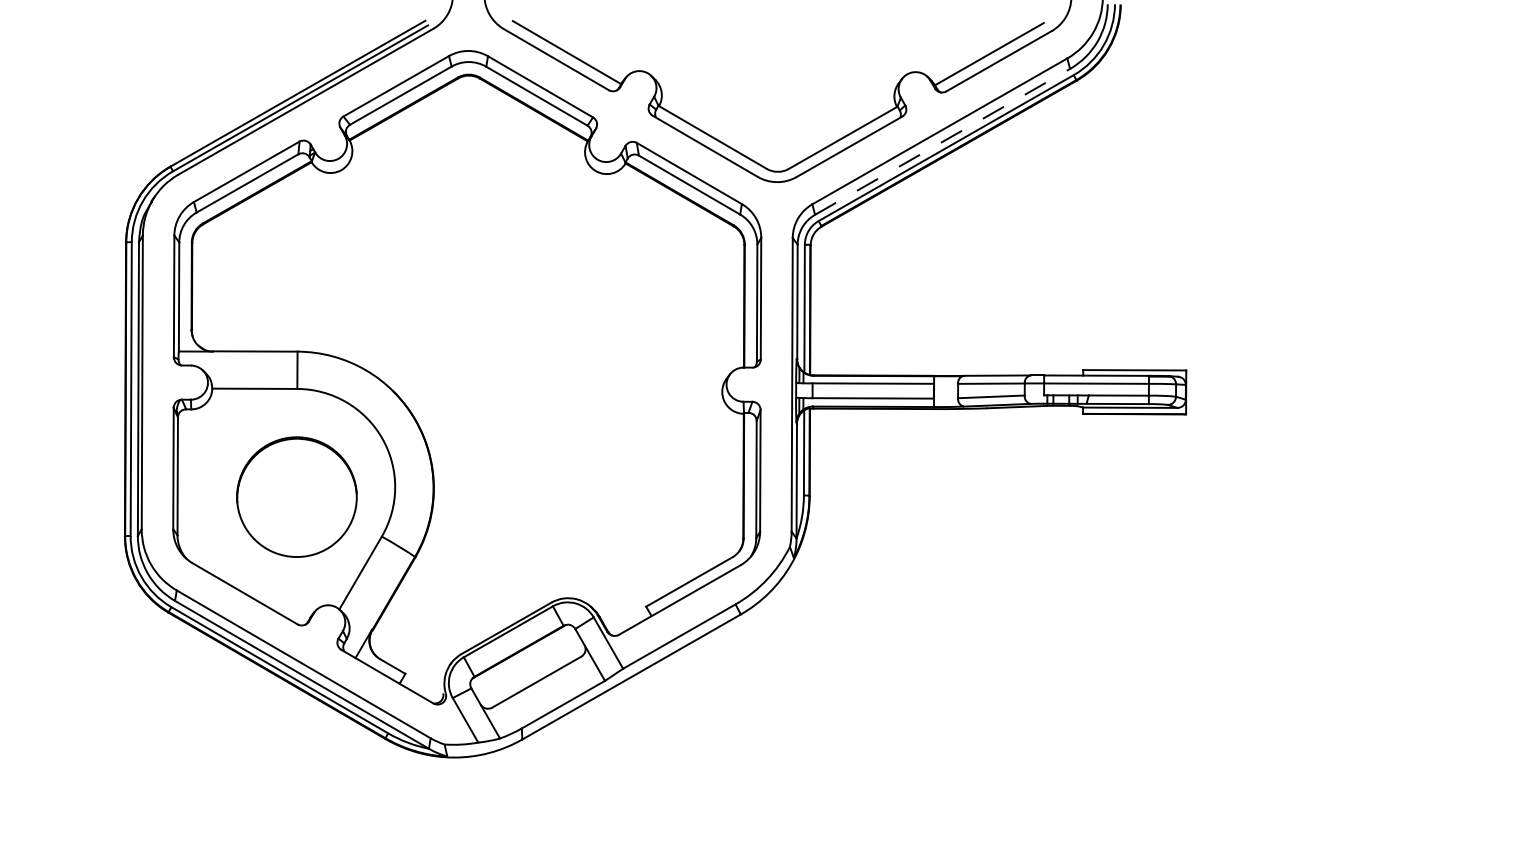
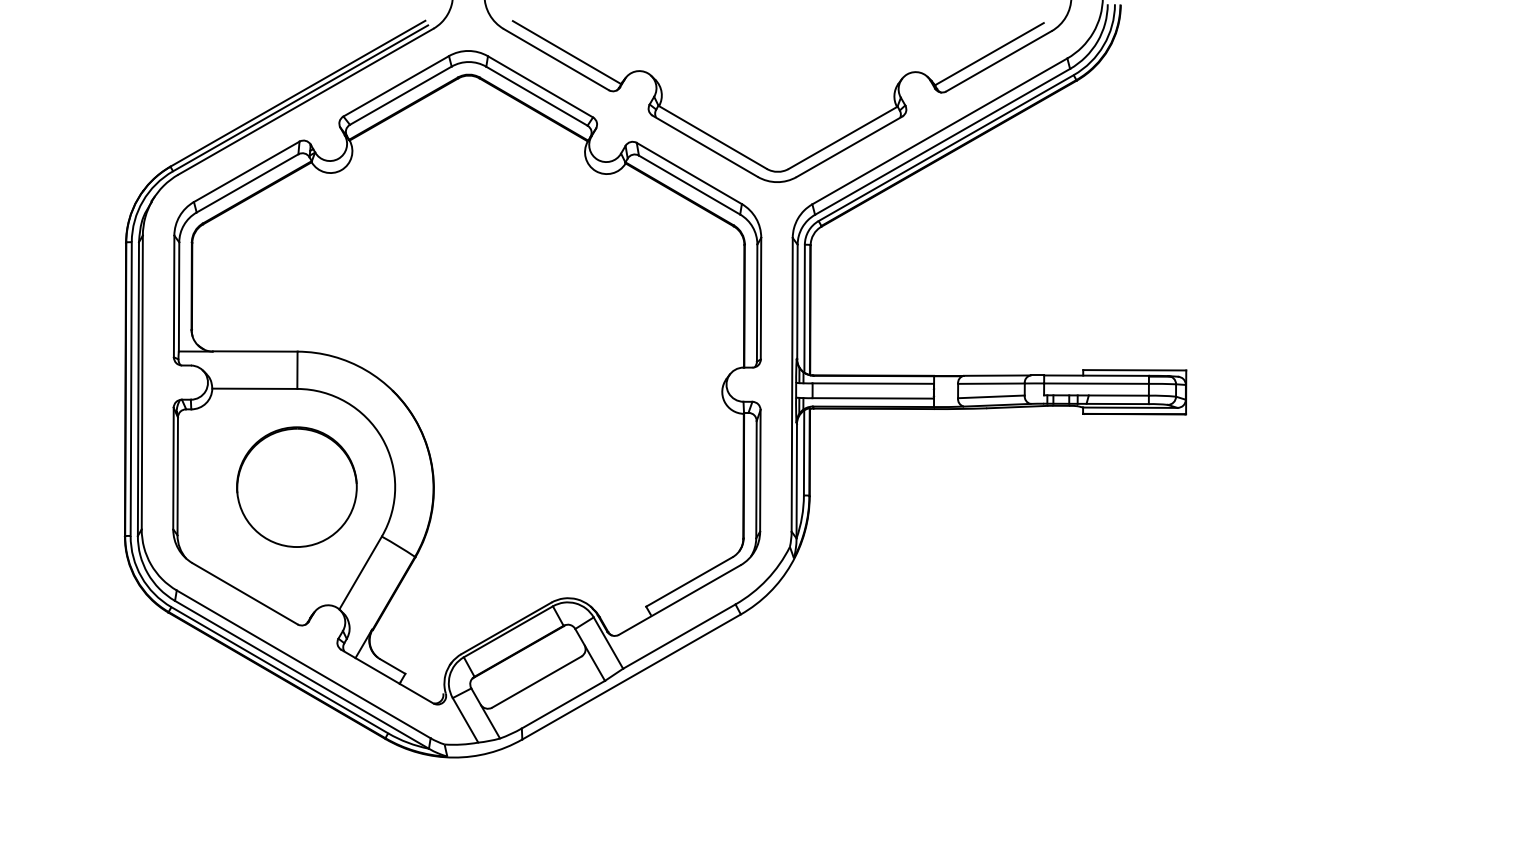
line at (942, 141): dashed -> solid
circle at (296, 496) position: (296, 496) -> (296, 486)
